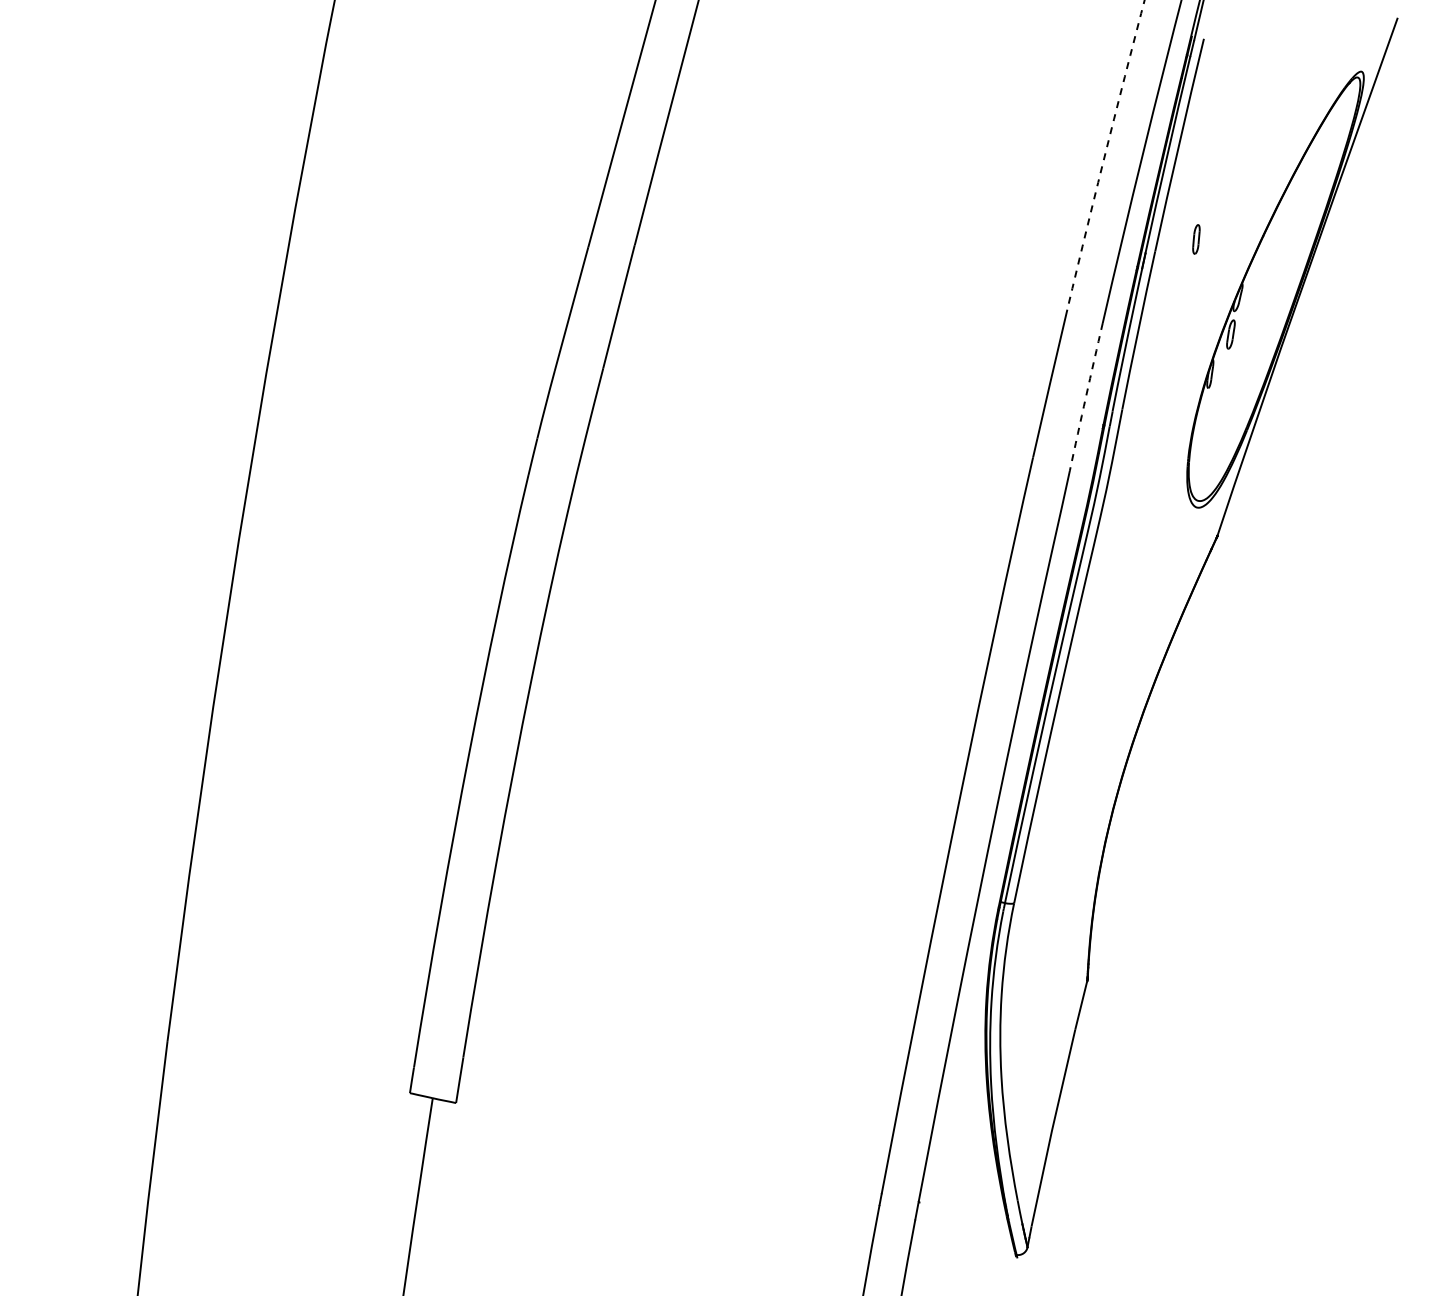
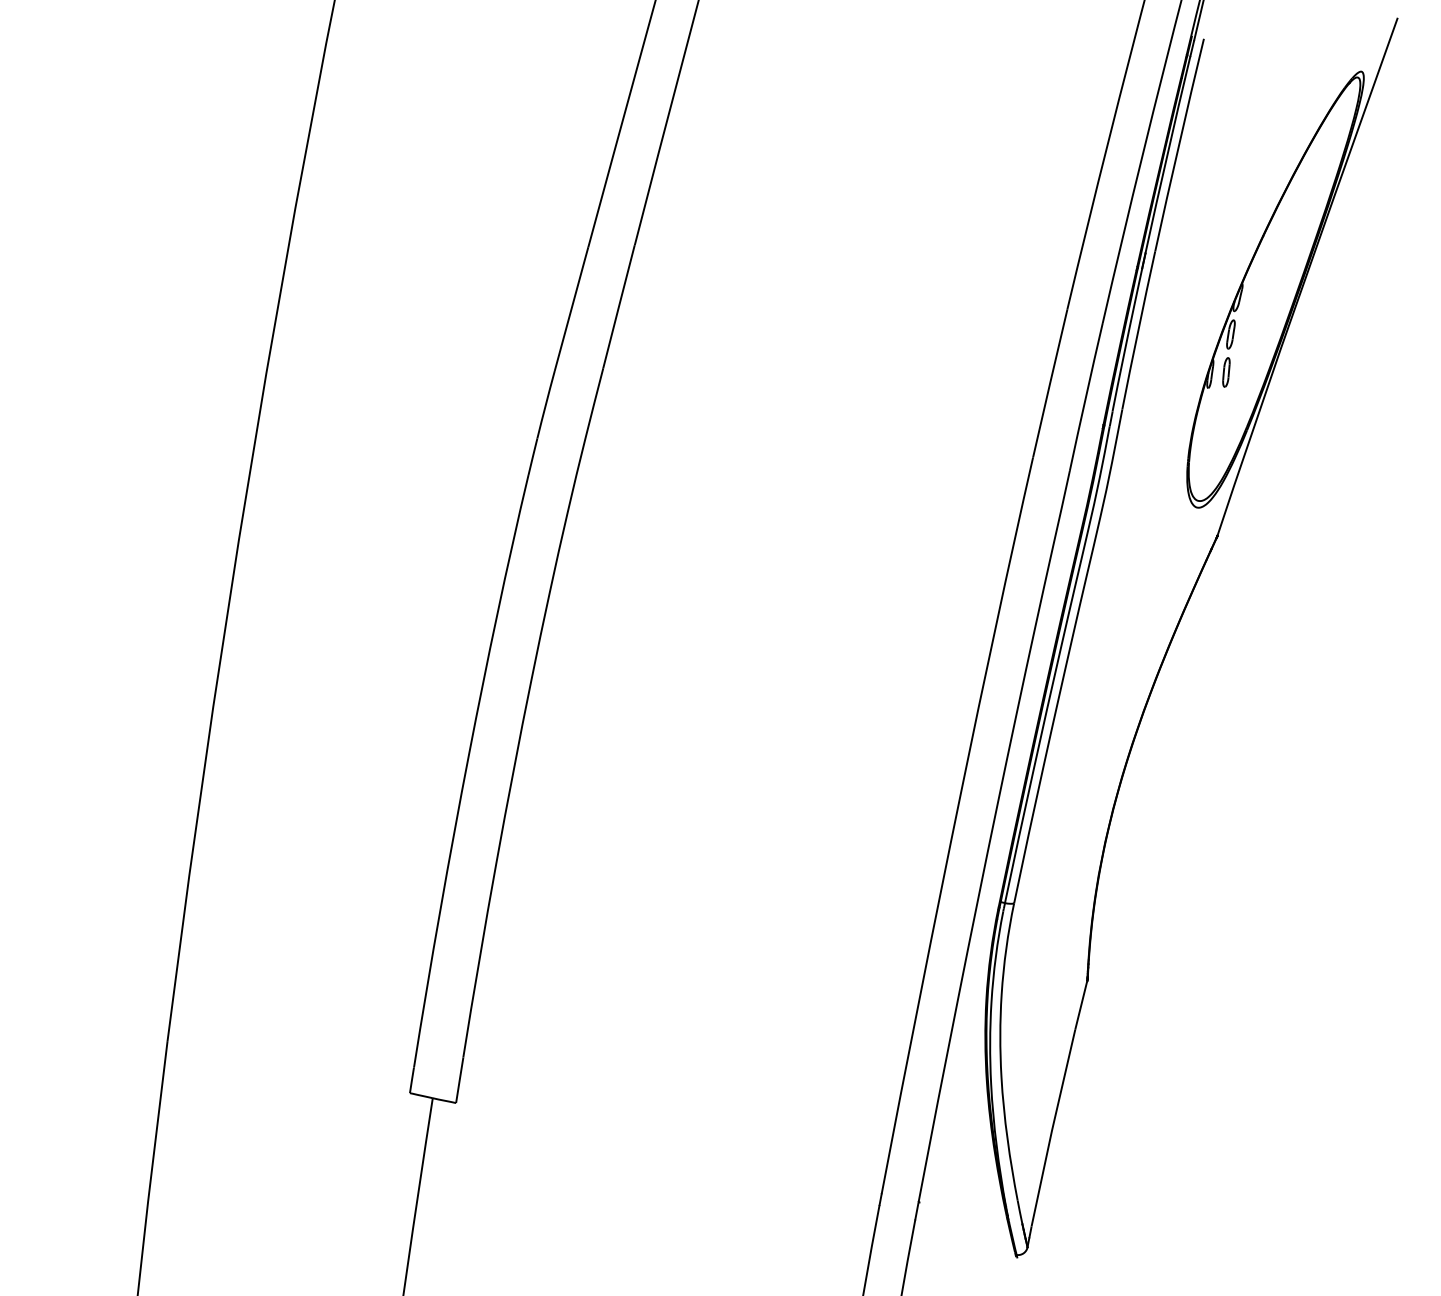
arc at (1105, 154): dashed -> solid
part at (1196, 239) position: (1196, 239) -> (1226, 372)
arc at (1086, 396): dashed -> solid
